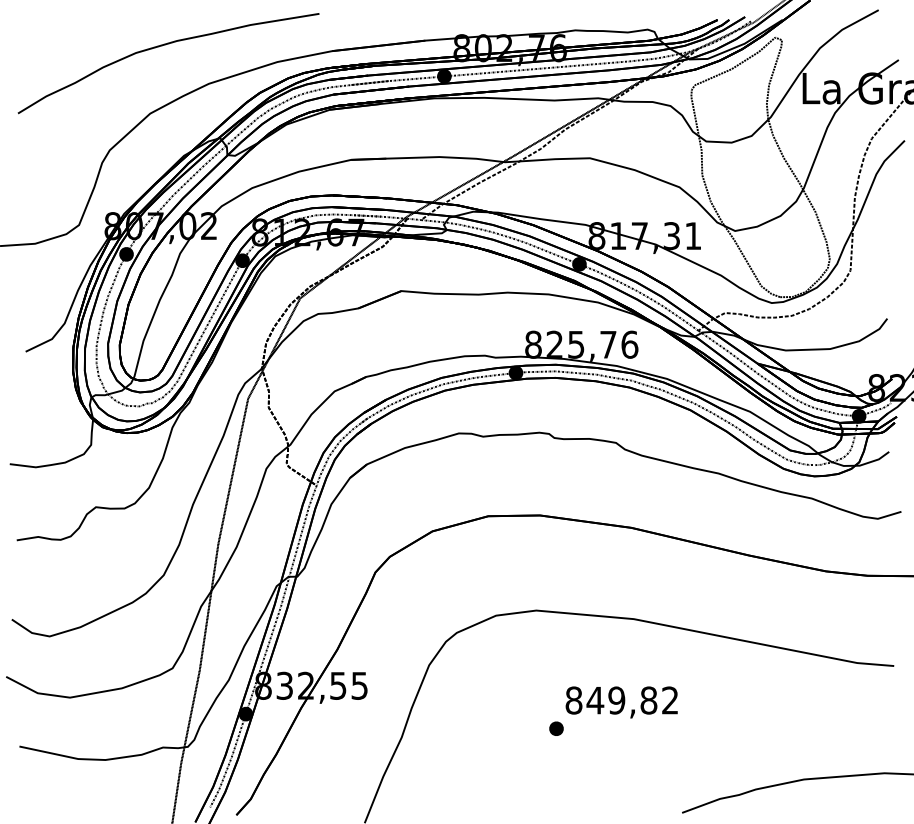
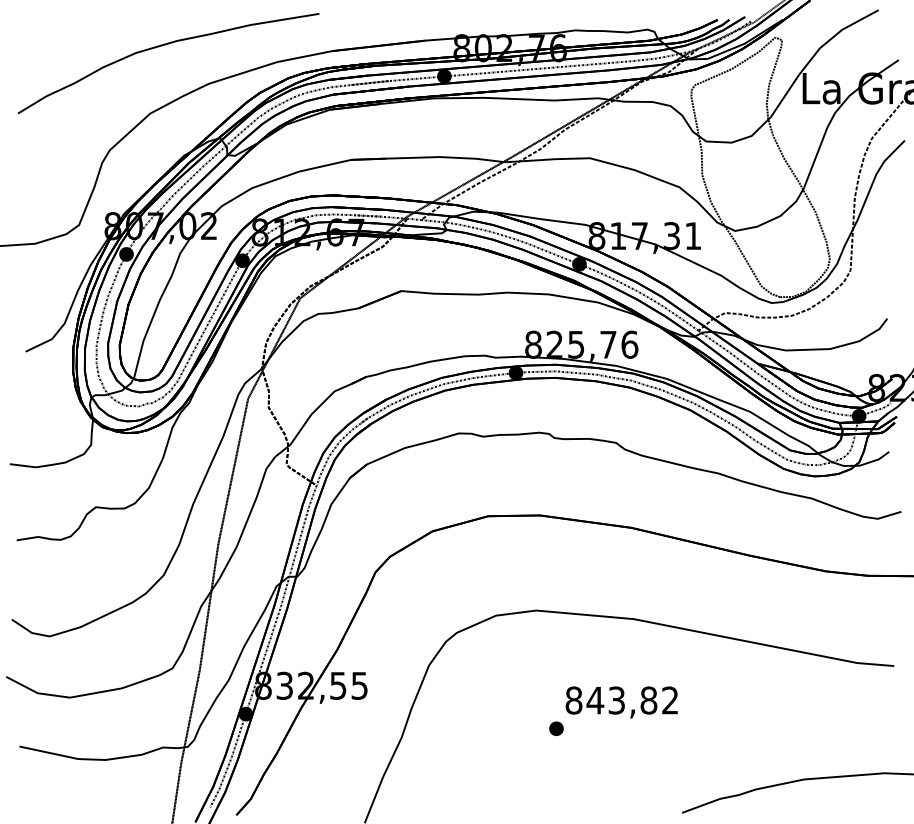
text at (616, 700): 849,82 -> 843,82
